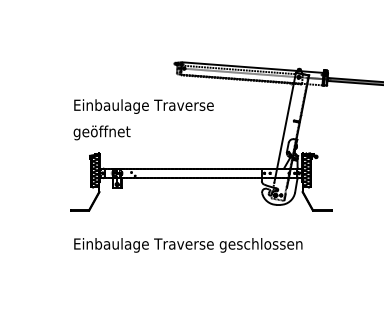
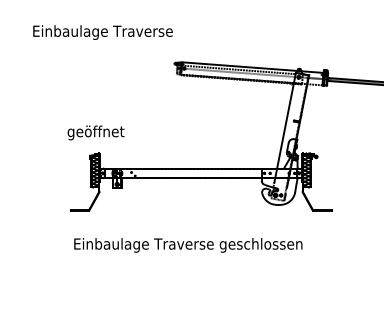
text at (143, 106) position: (143, 106) -> (102, 32)
text at (101, 132) position: (101, 132) -> (95, 132)
